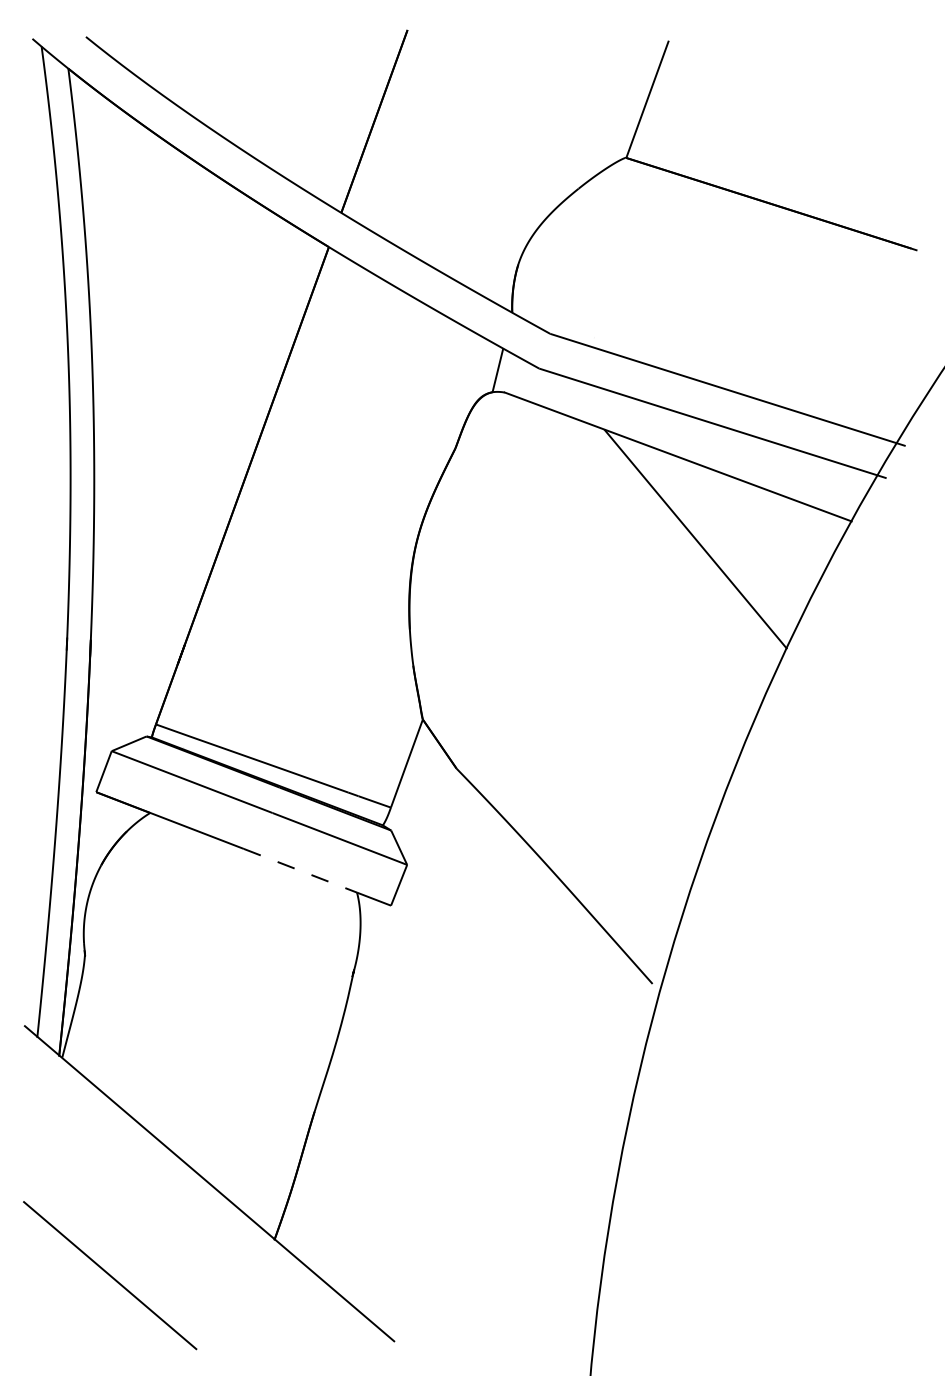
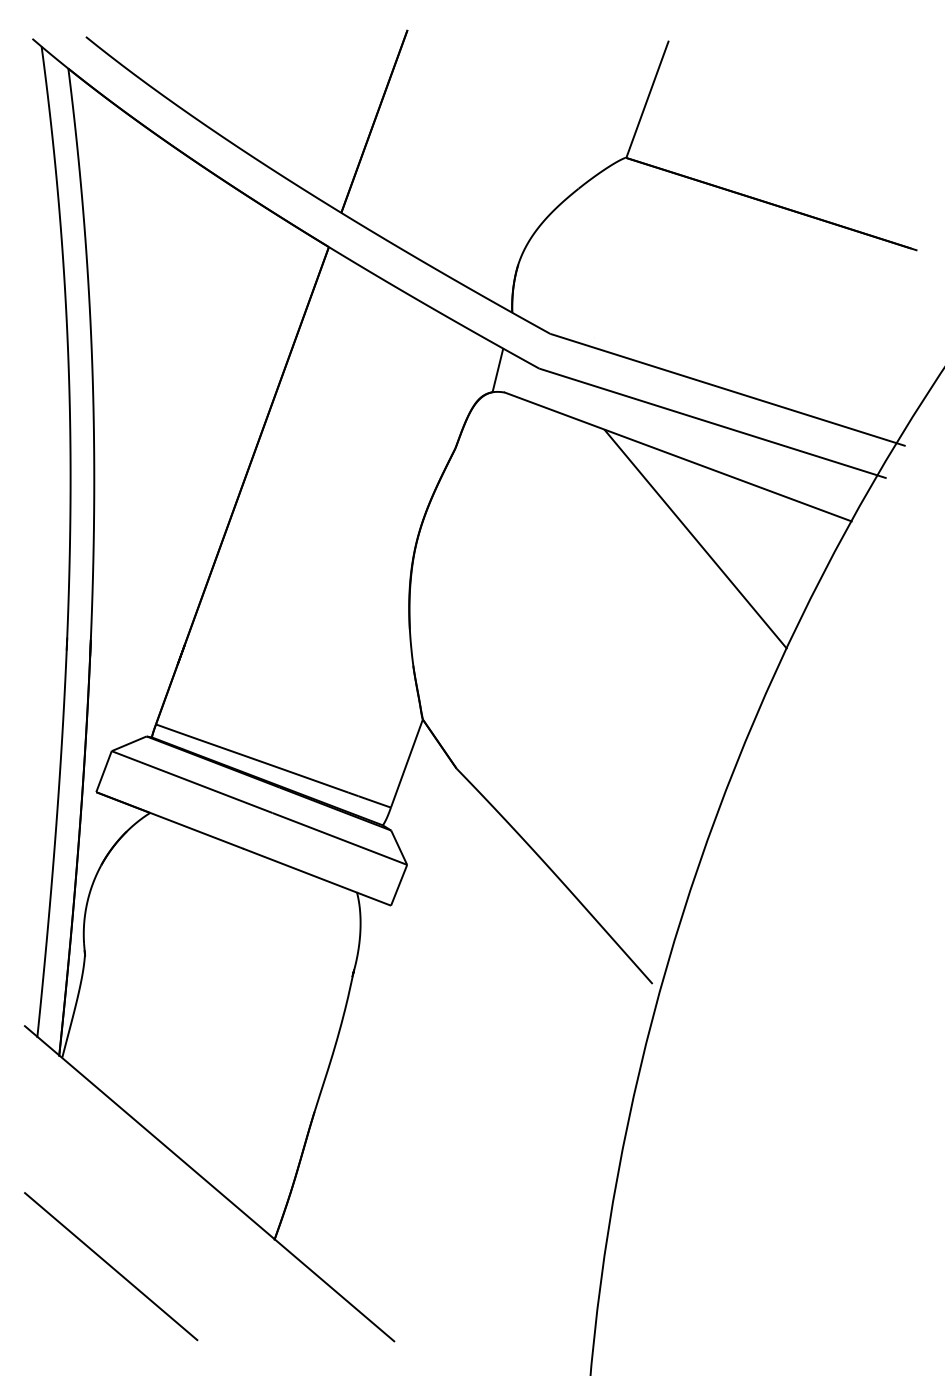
line at (300, 870): dashed -> solid
line at (110, 1275) position: (110, 1275) -> (111, 1266)
